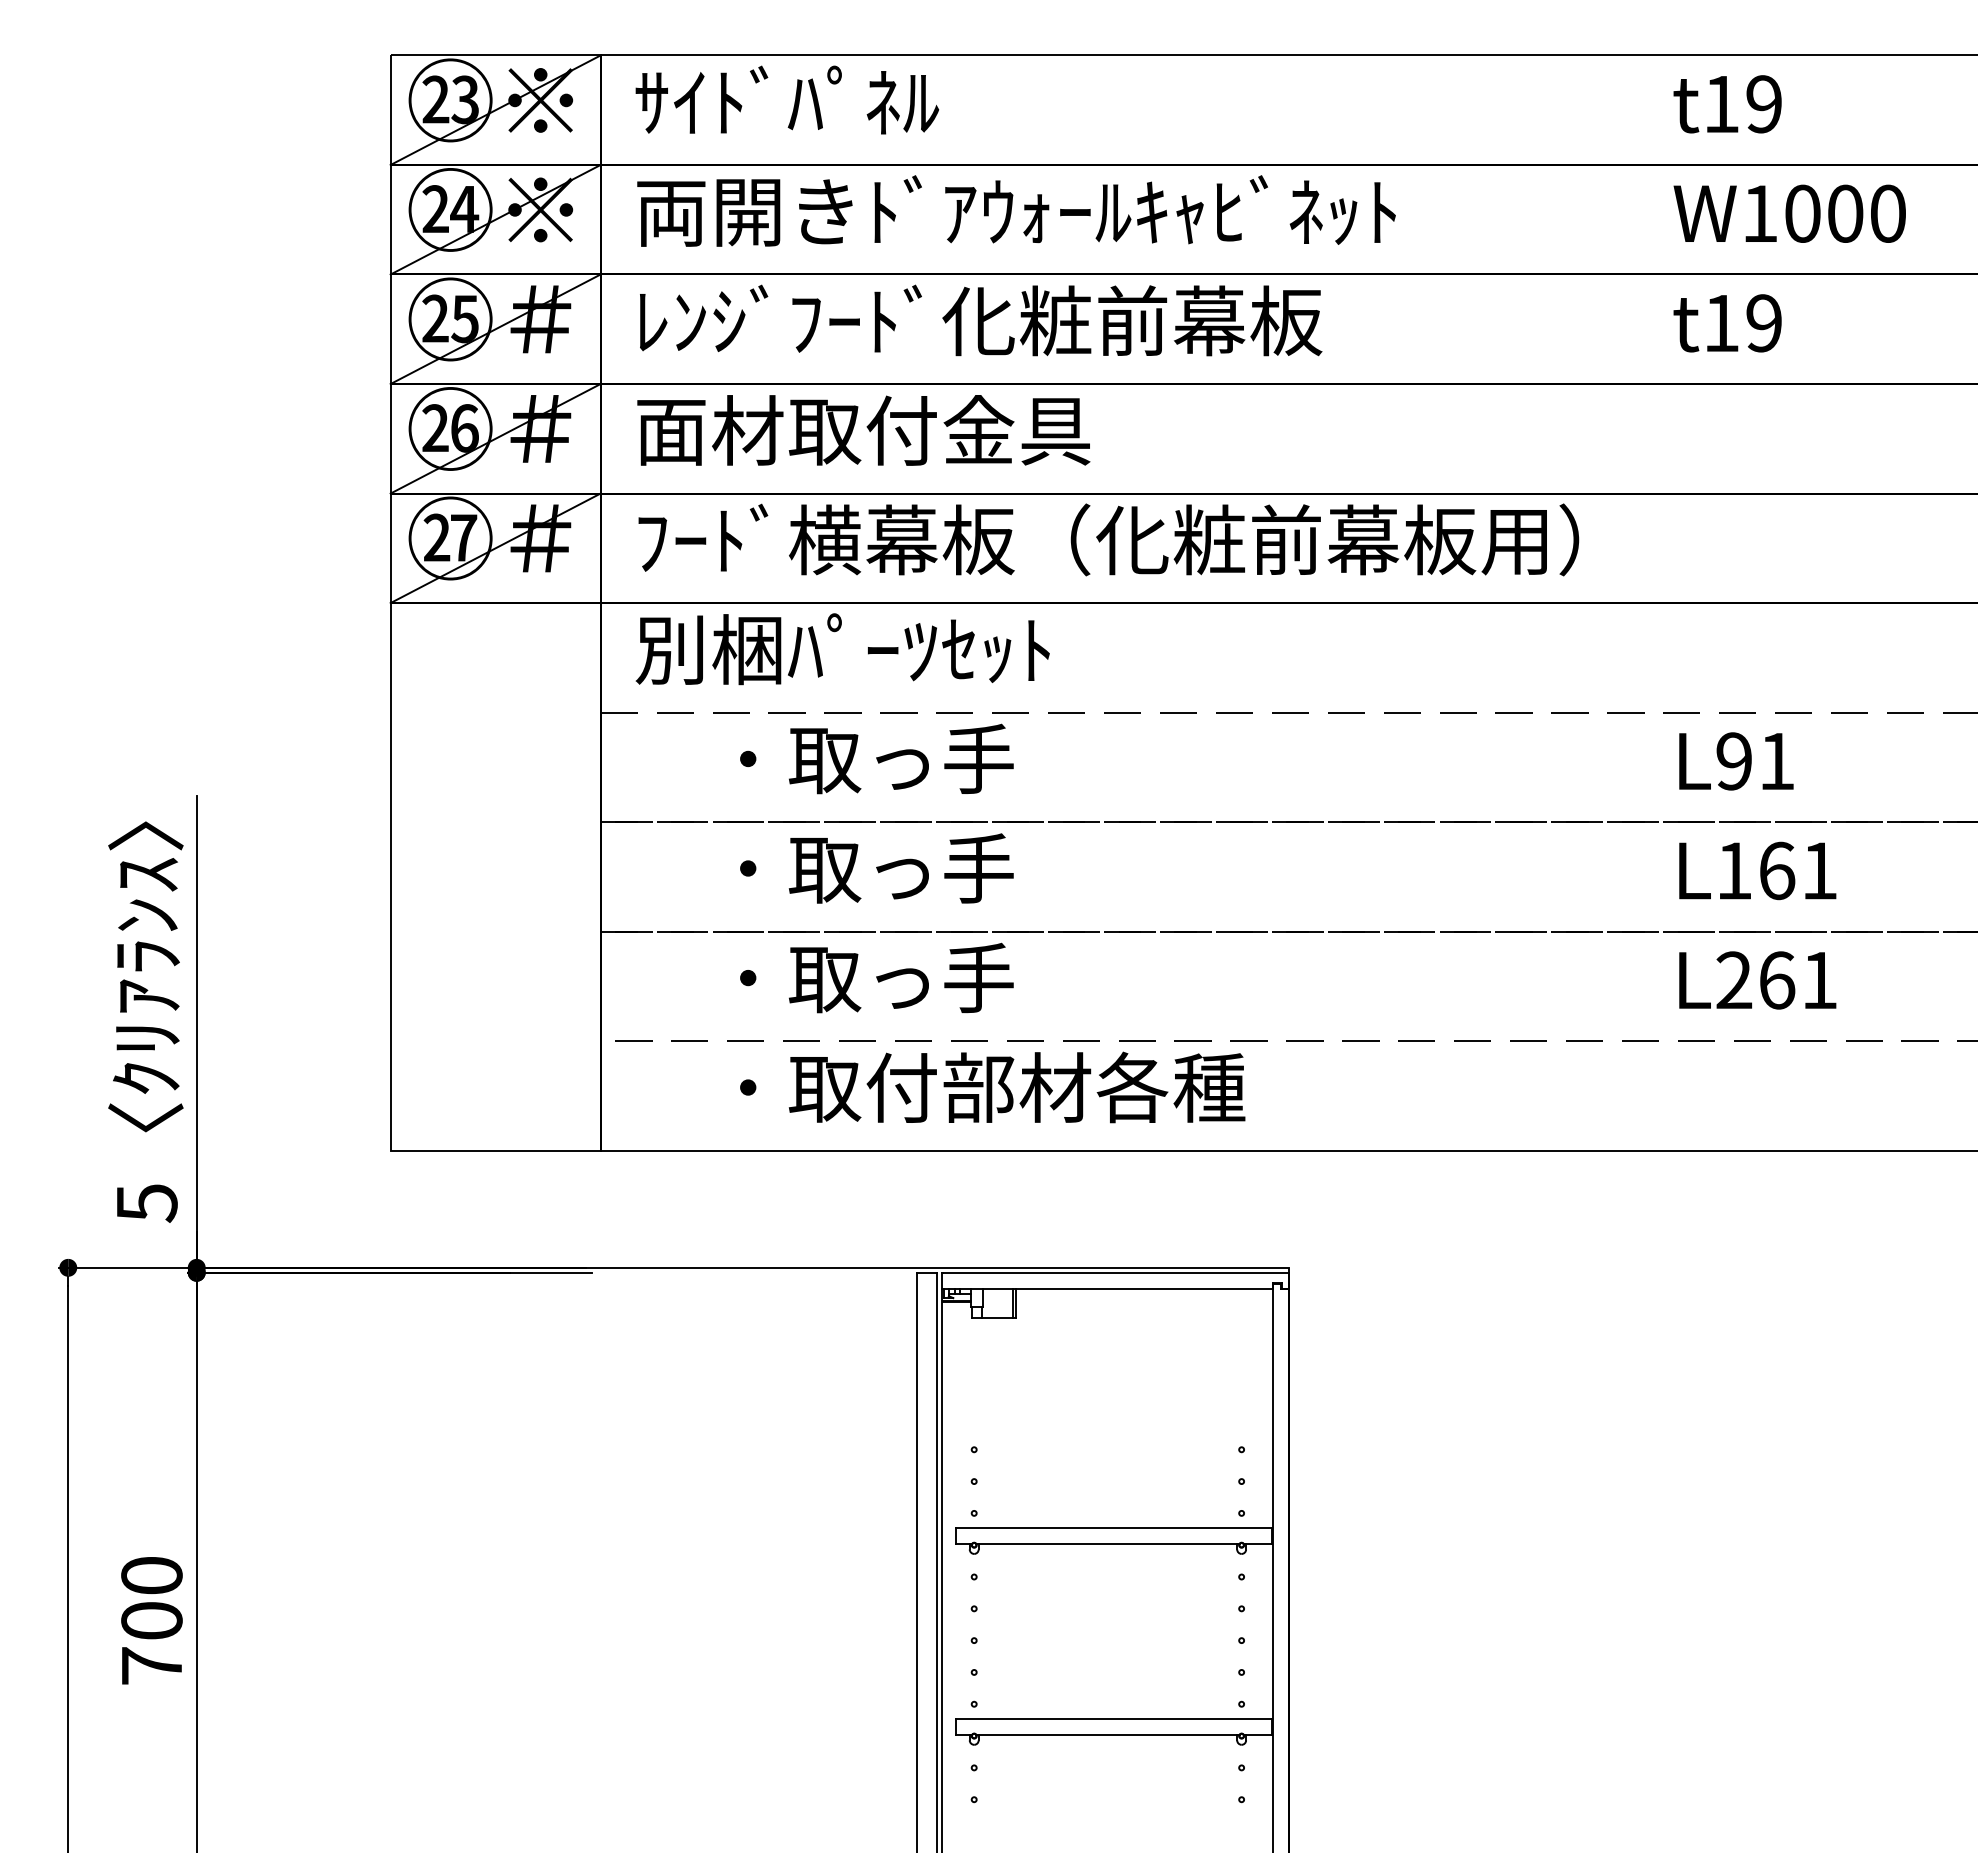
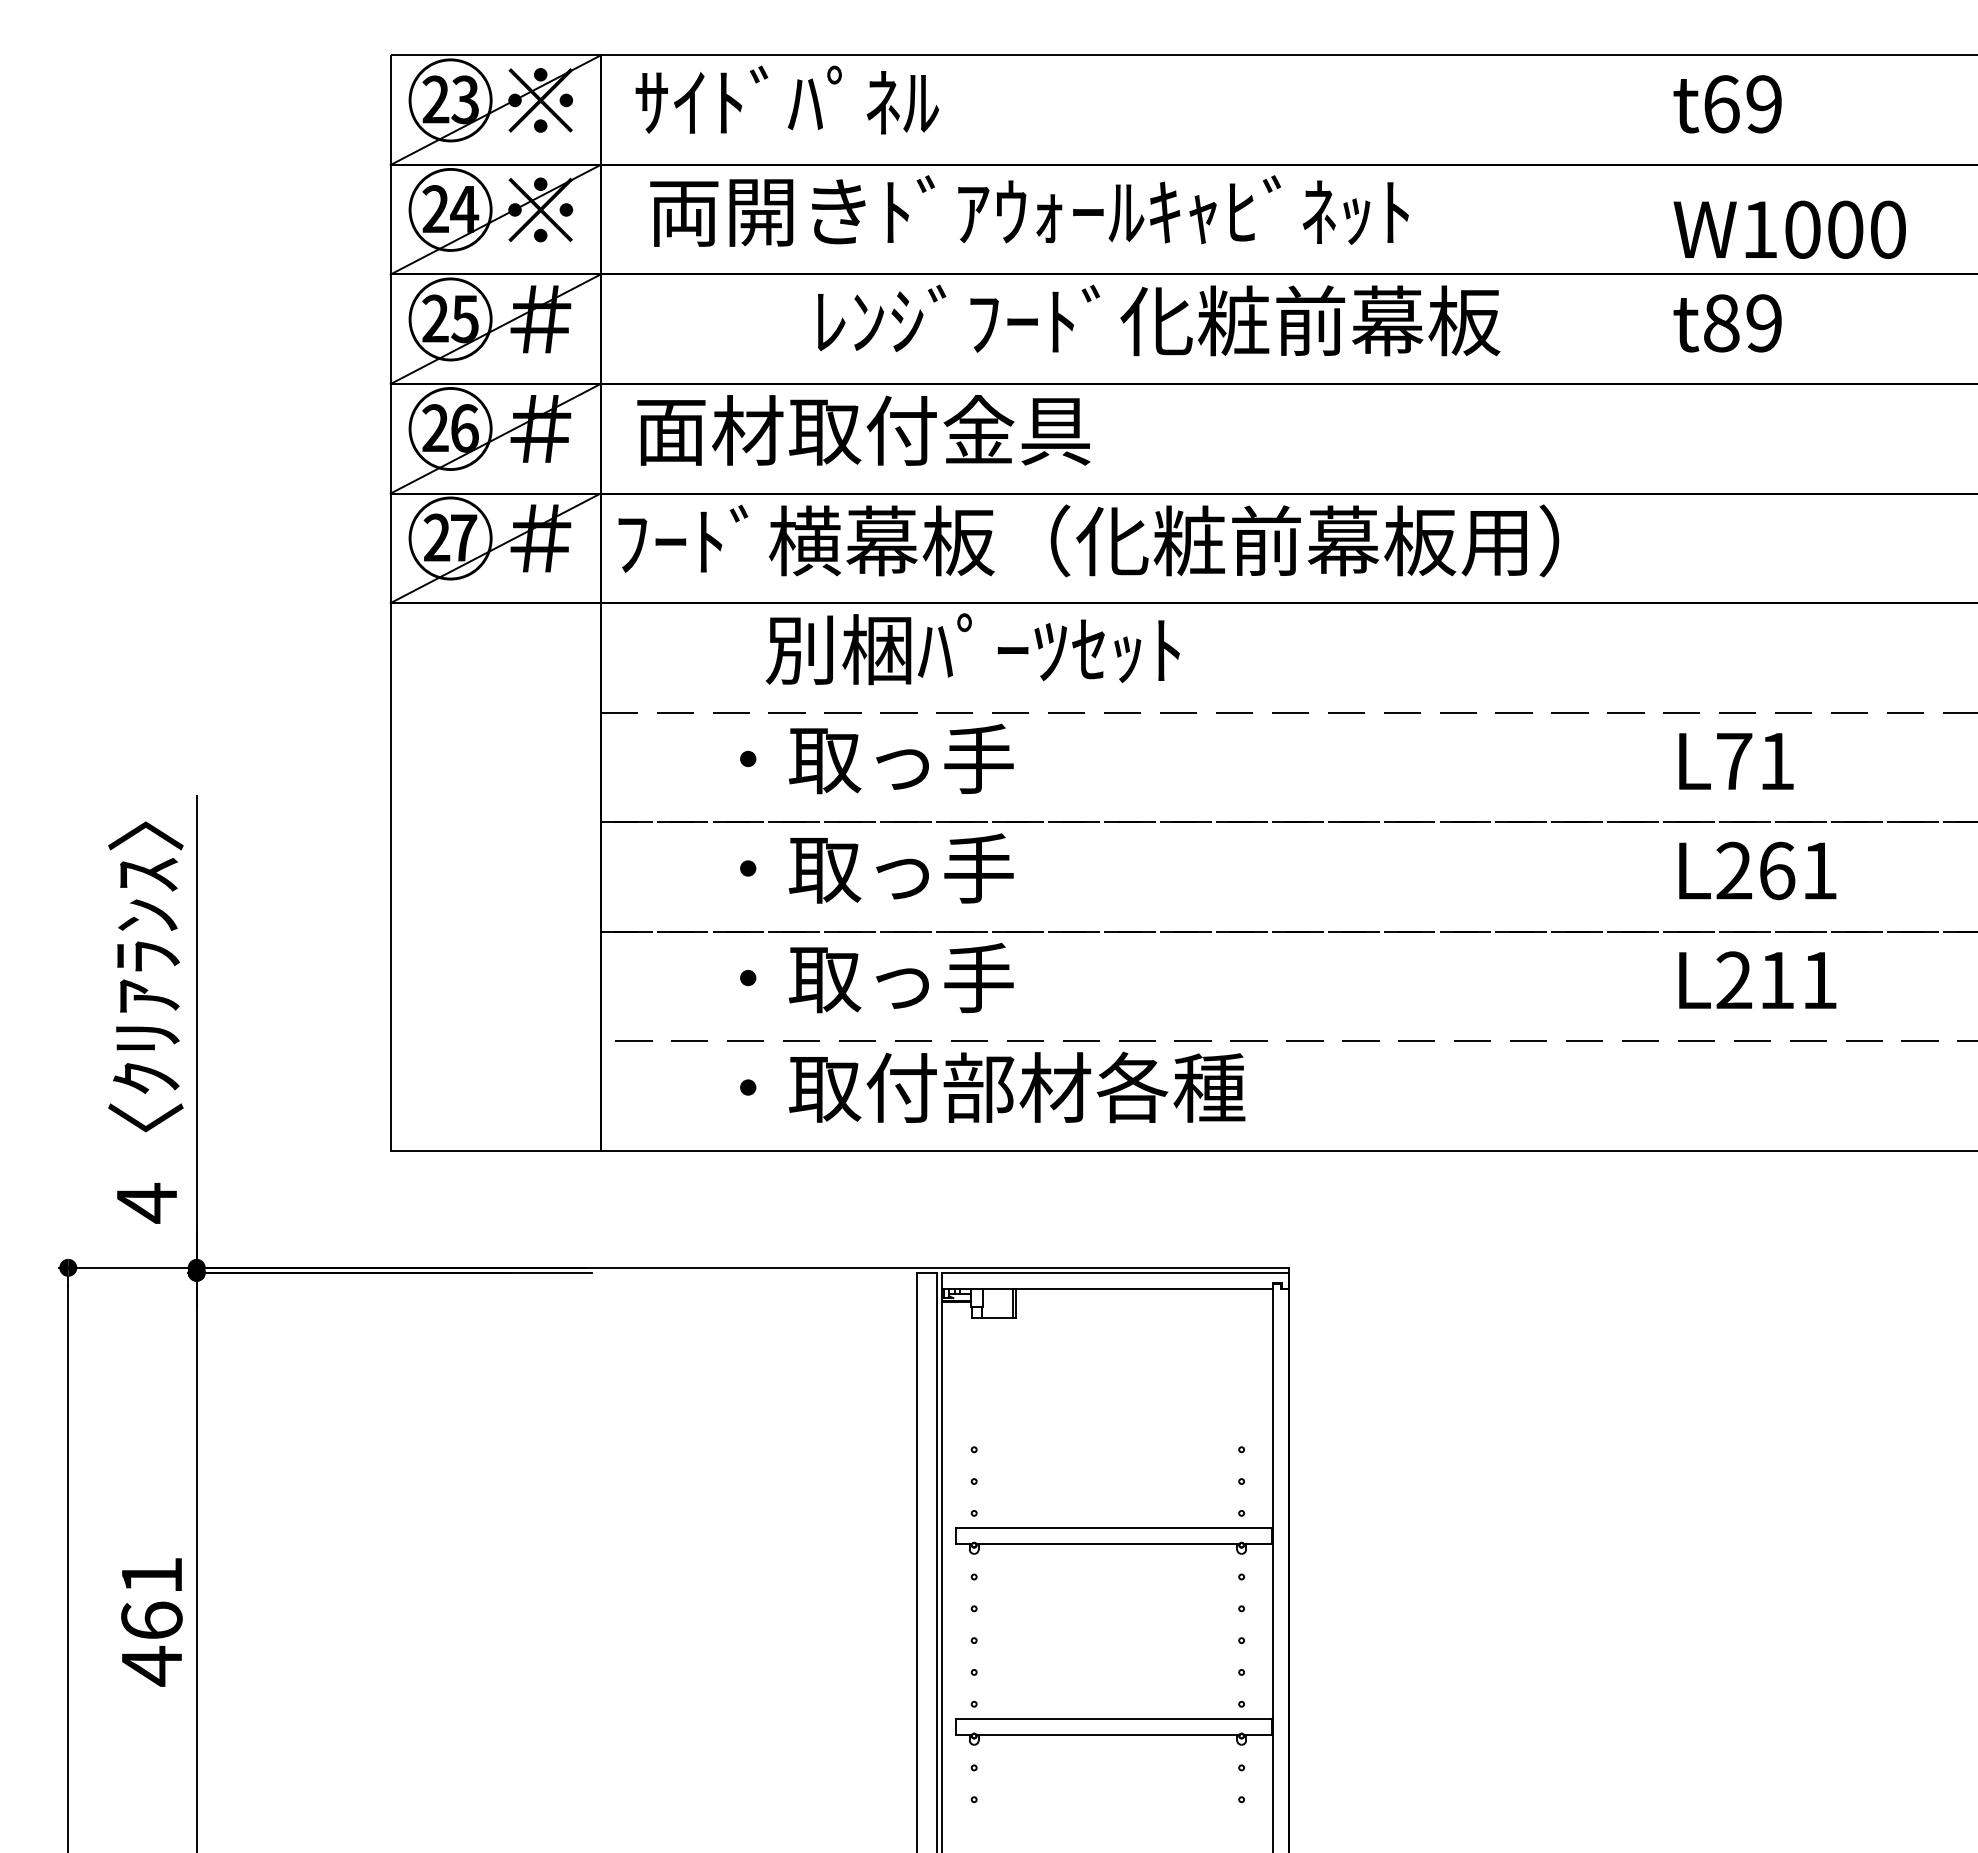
text at (1721, 104): t19 -> t69
text at (1016, 210) position: (1016, 210) -> (1029, 210)
text at (1789, 213) position: (1789, 213) -> (1789, 229)
text at (981, 320) position: (981, 320) -> (1159, 320)
text at (1721, 323): t19 -> t89
text at (1108, 539) position: (1108, 539) -> (1088, 540)
text at (842, 649) position: (842, 649) -> (972, 649)
text at (1734, 761): L91 -> L71
text at (1734, 870): L161 -> L261
text at (1777, 980): L261 -> L211
text at (147, 1202): 5 -> 4
text at (151, 1621): 700 -> 461
